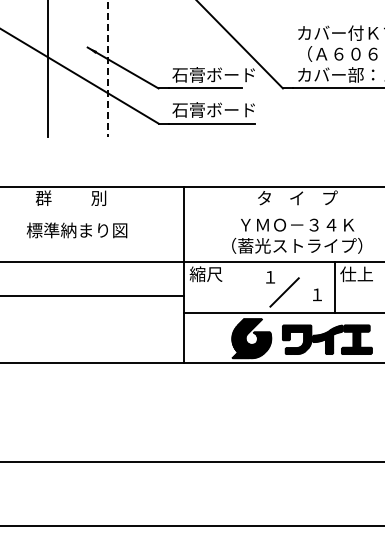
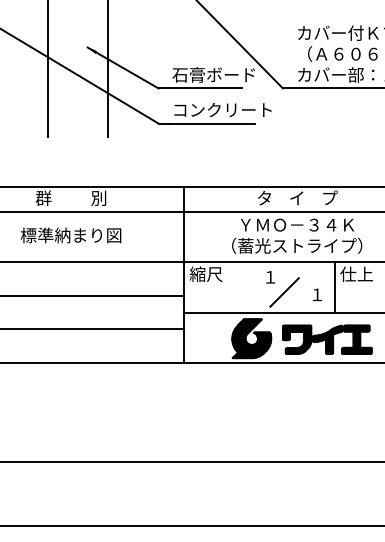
line at (108, 69): dashed -> solid
text at (221, 109): 石膏ボード -> コンクリート
line at (191, 212): none -> present
text at (76, 230) position: (76, 230) -> (70, 235)
line at (93, 329): none -> present
